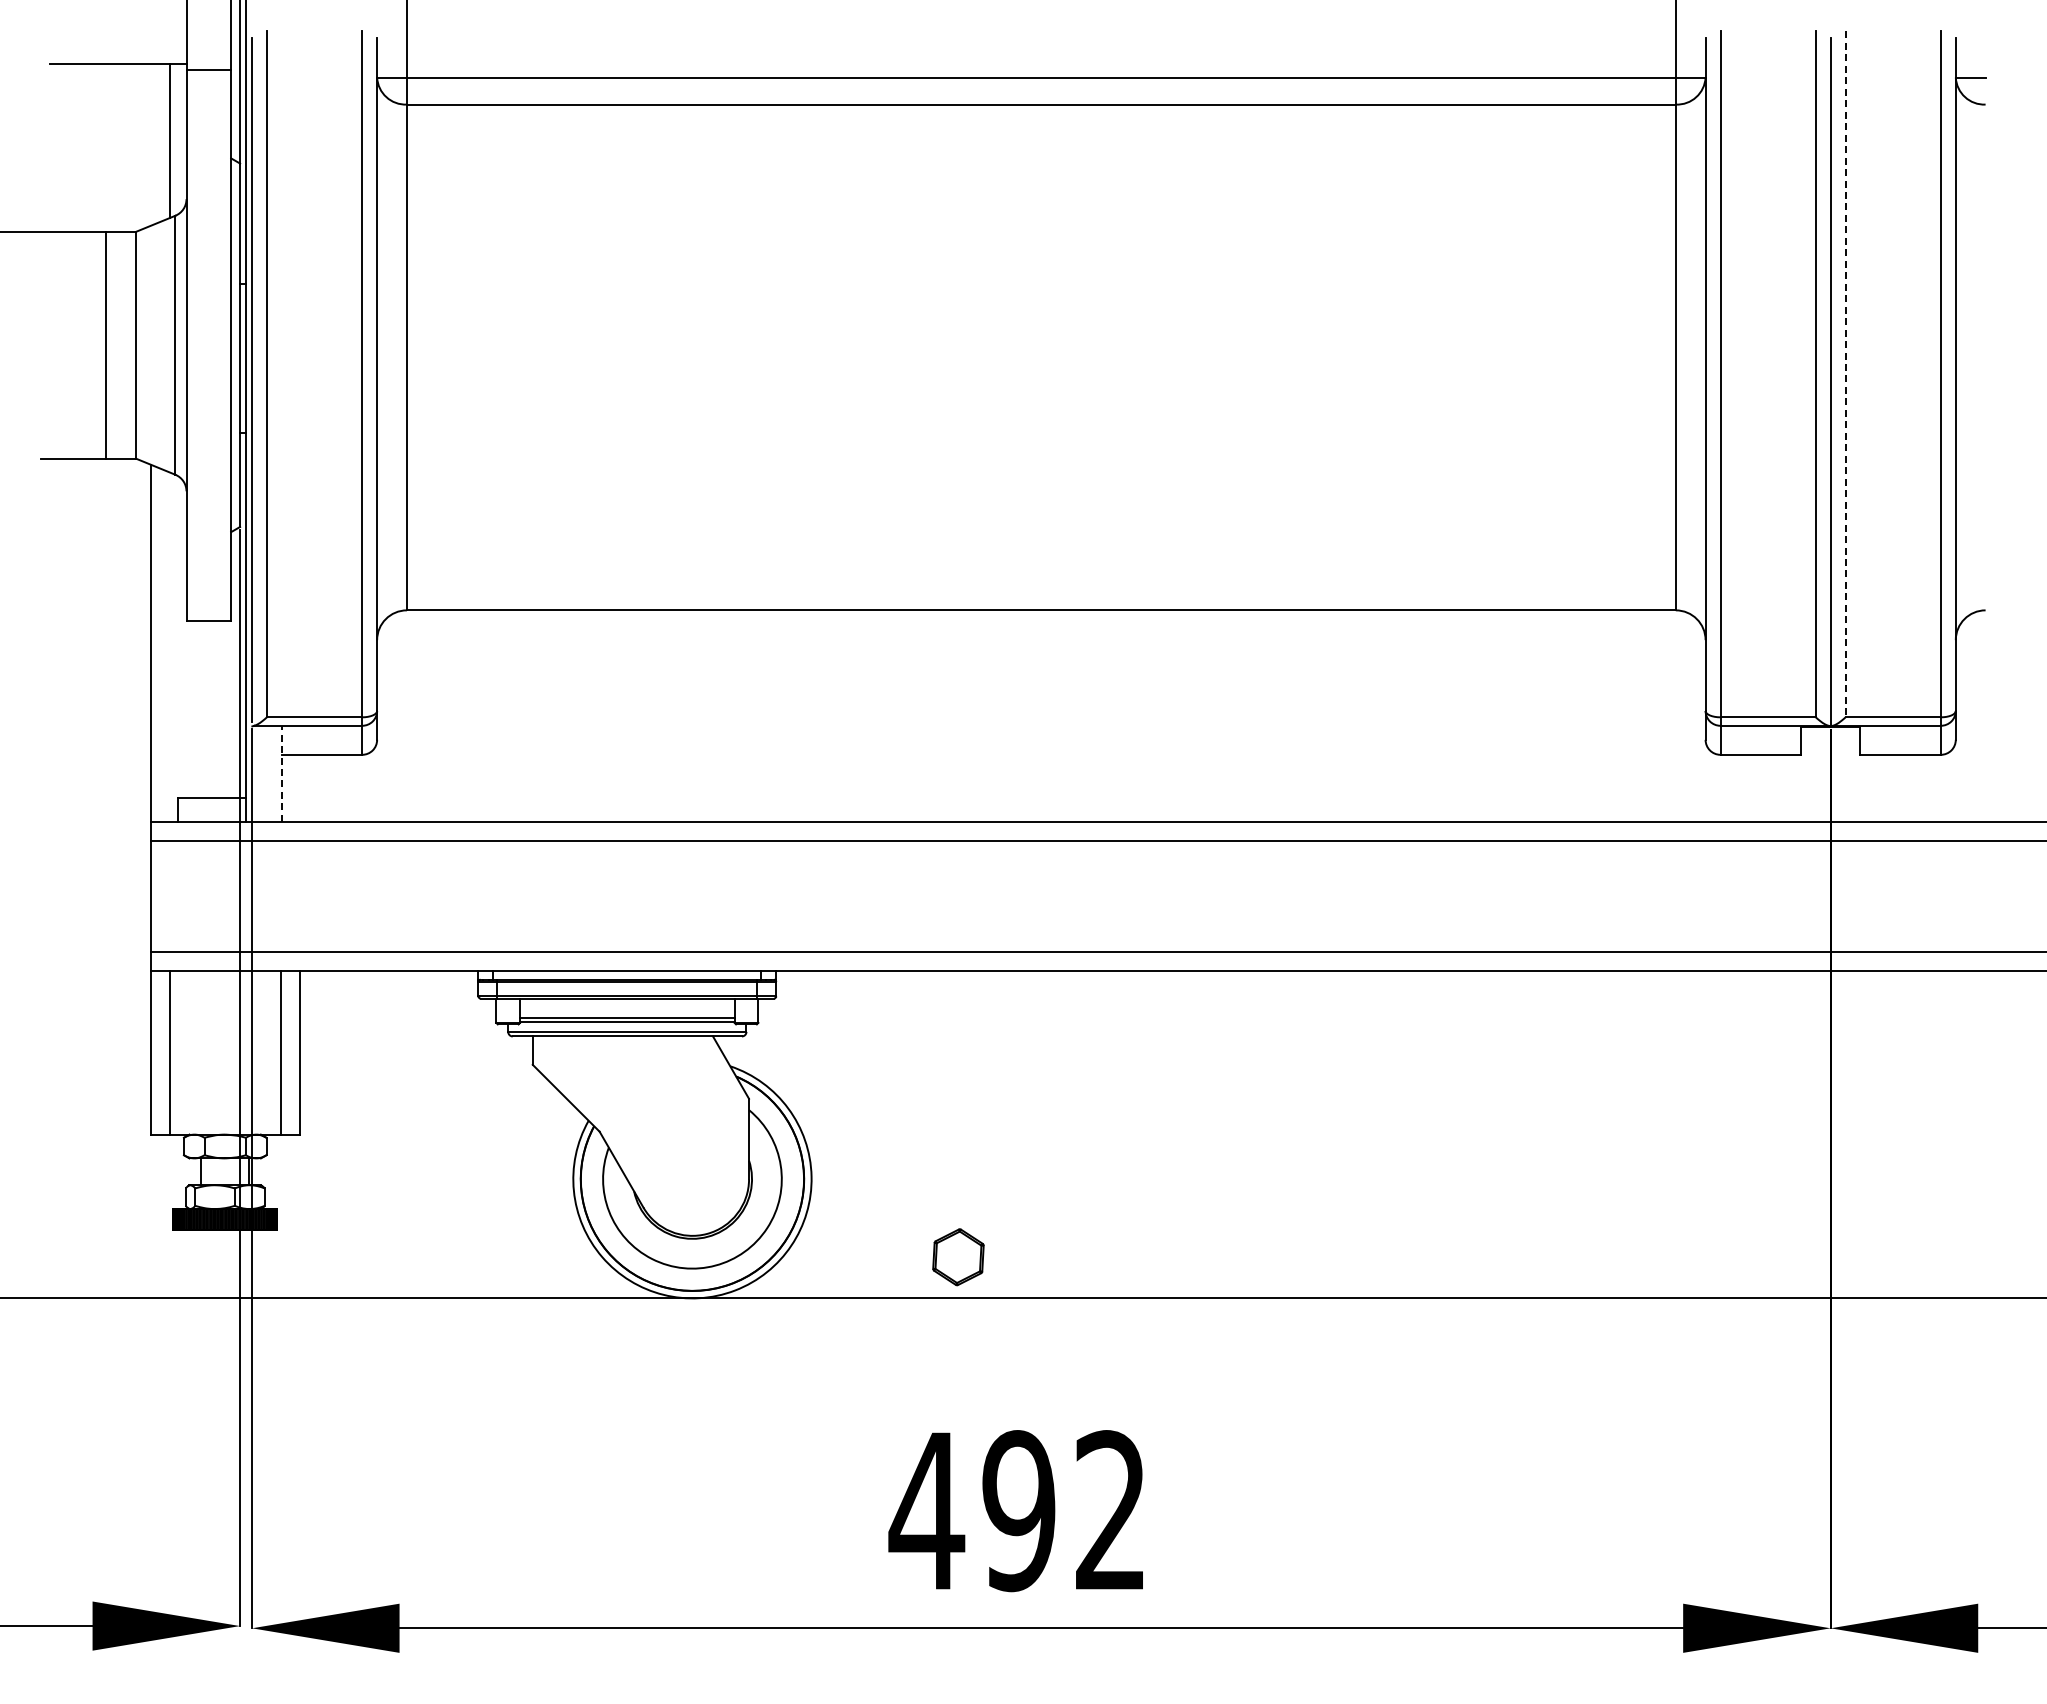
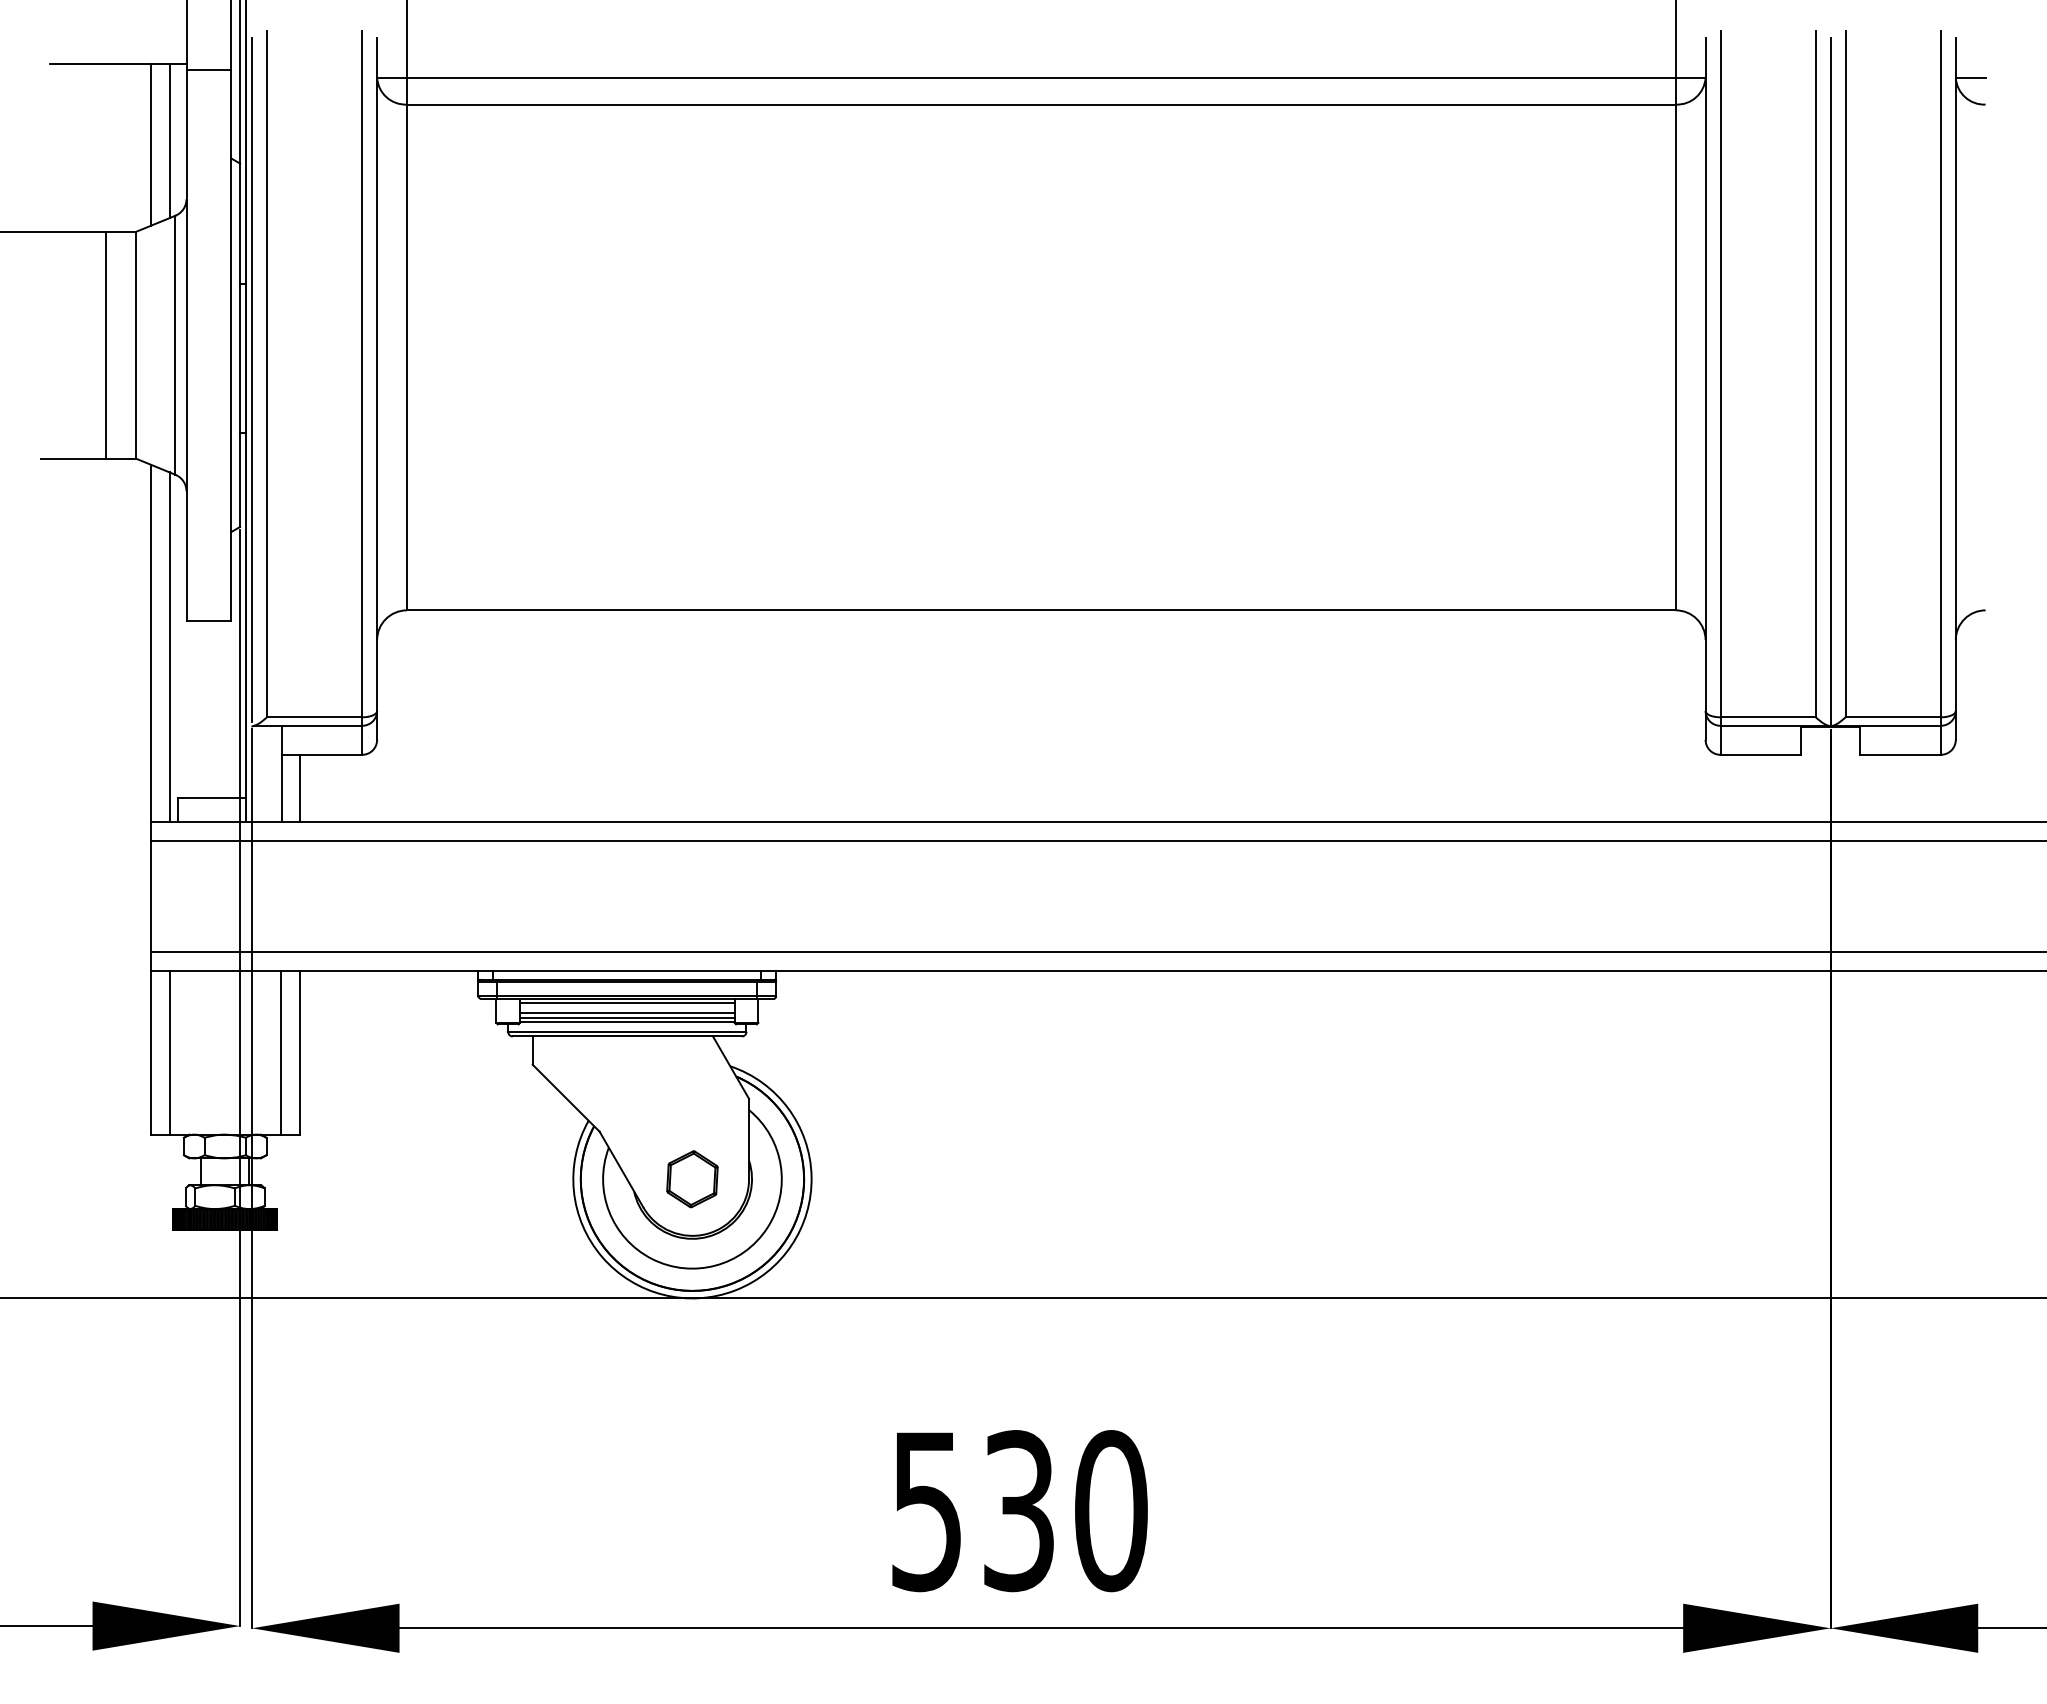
line at (150, 144): none -> present
line at (1845, 374): dashed -> solid
line at (169, 646): none -> present
line at (281, 774): dashed -> solid
line at (299, 787): none -> present
line at (627, 1003): none -> present
line at (627, 1013): none -> present
part at (958, 1257) position: (958, 1257) -> (692, 1179)
text at (1017, 1511): 492 -> 530
